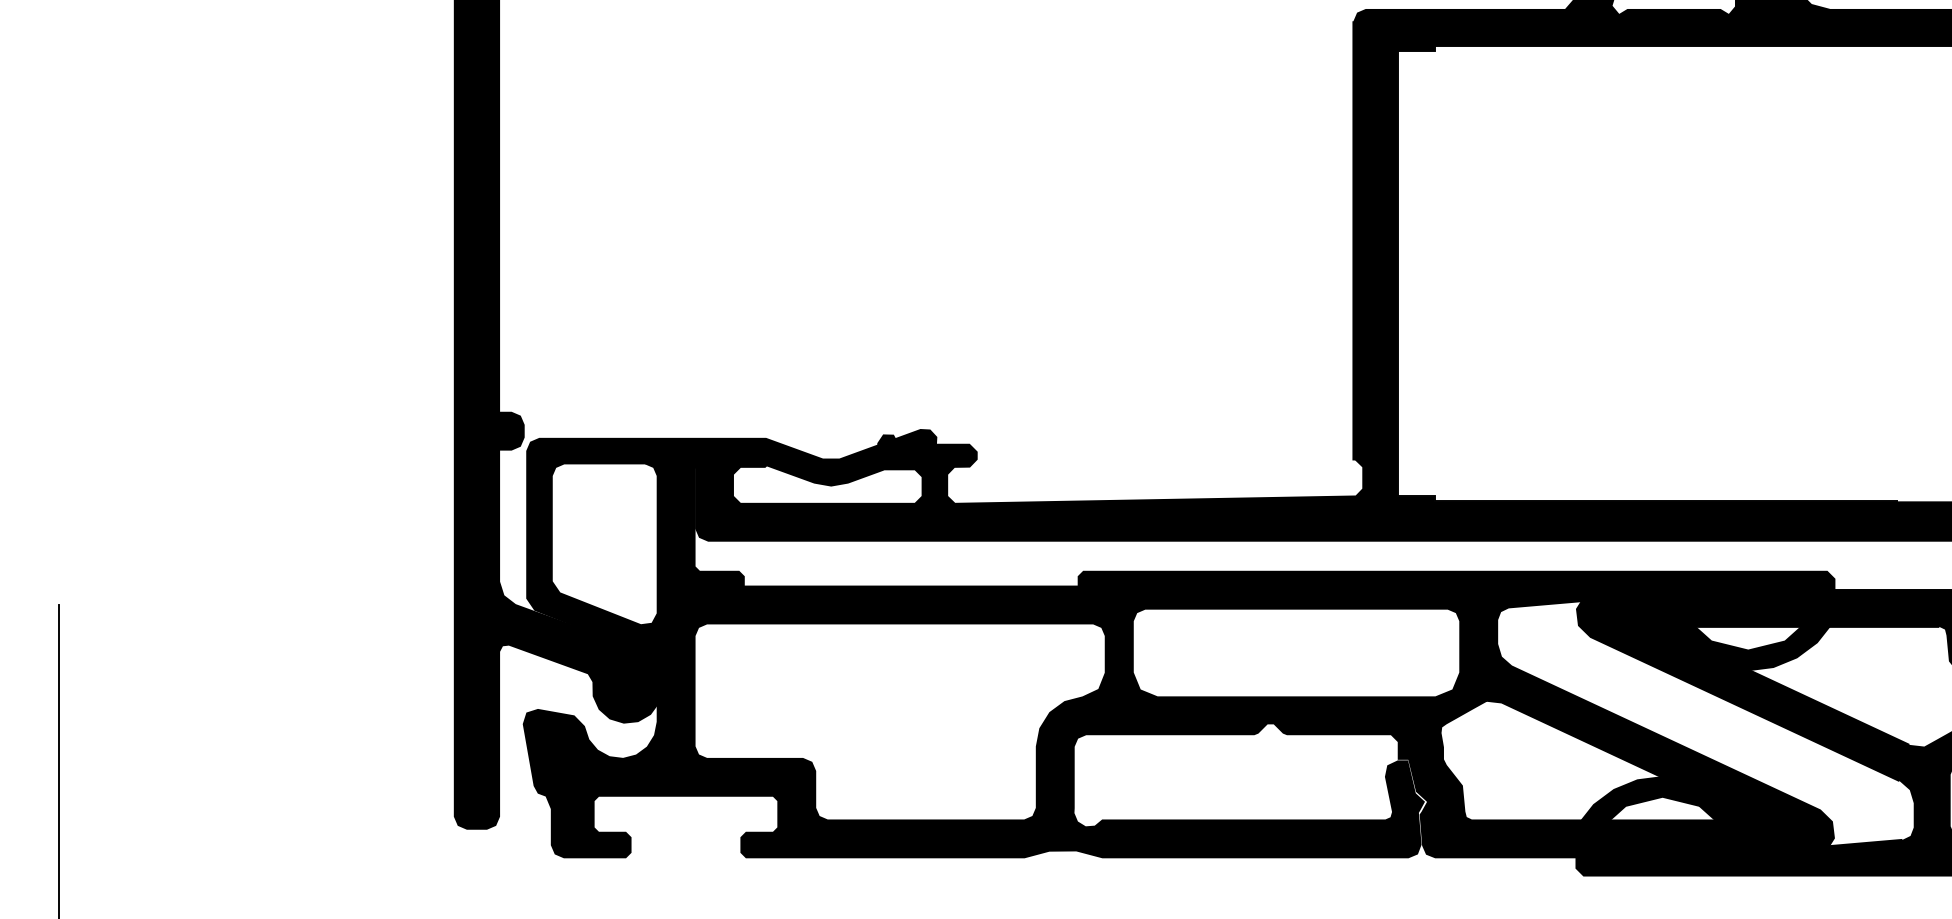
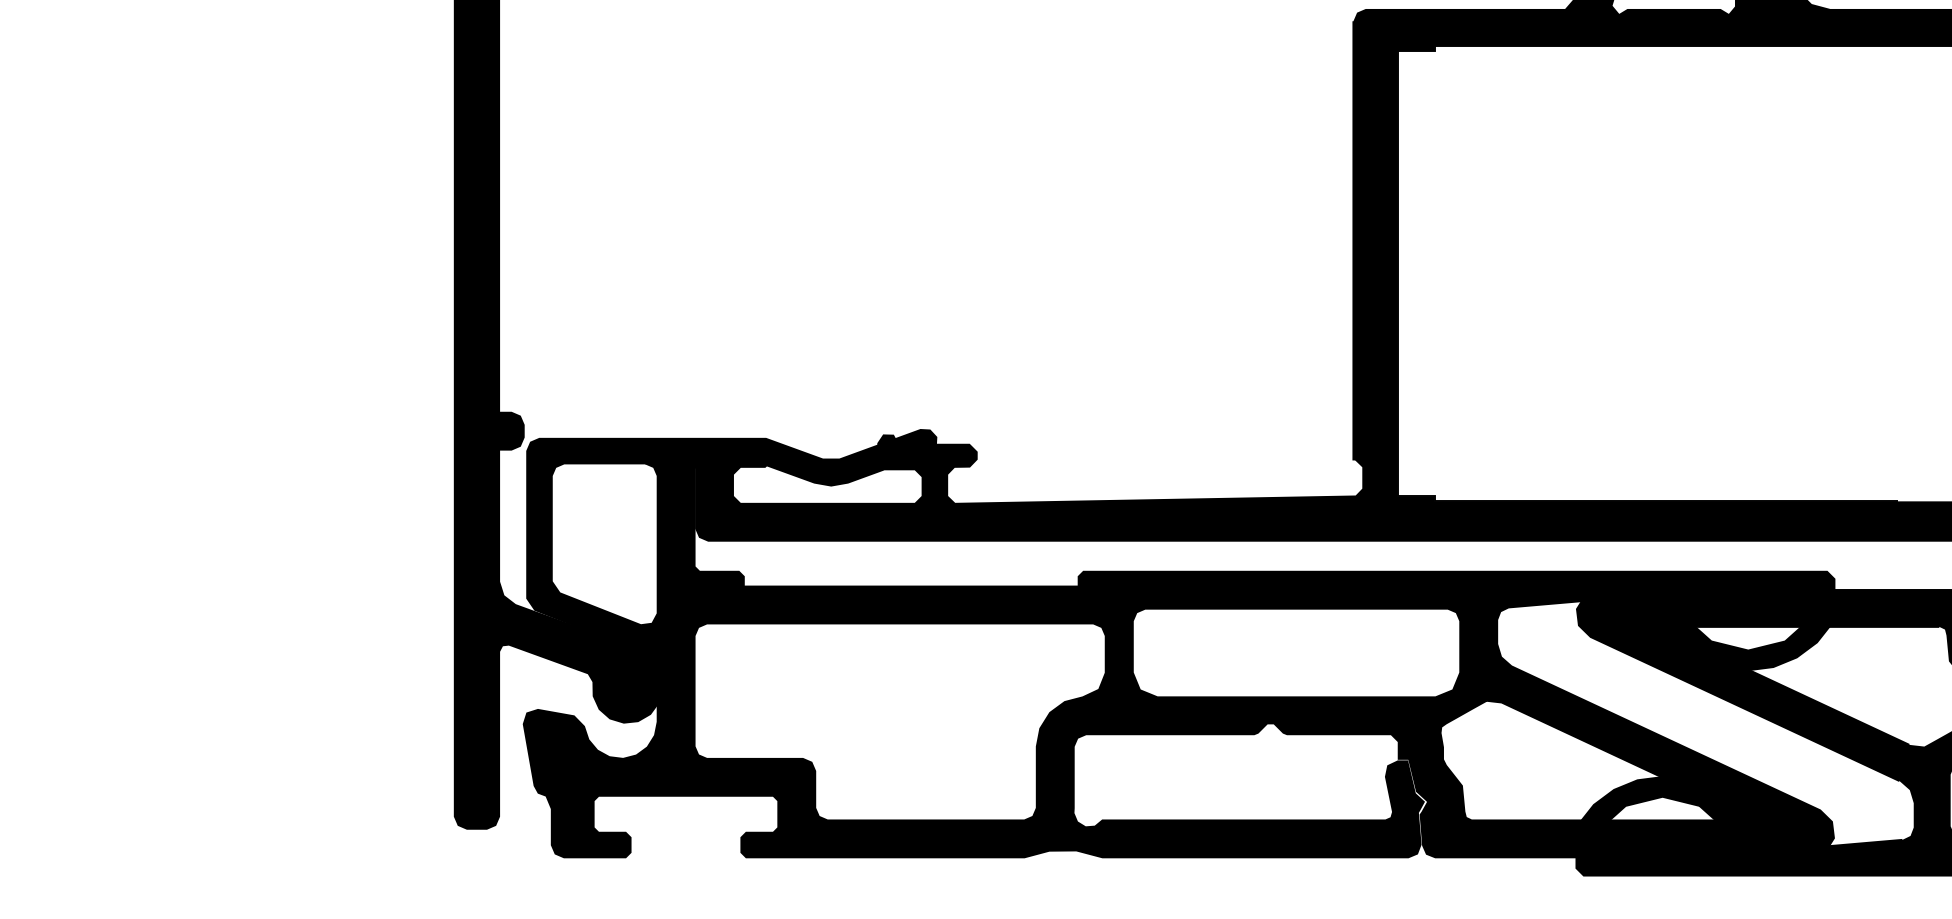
line at (58, 759): present -> none
